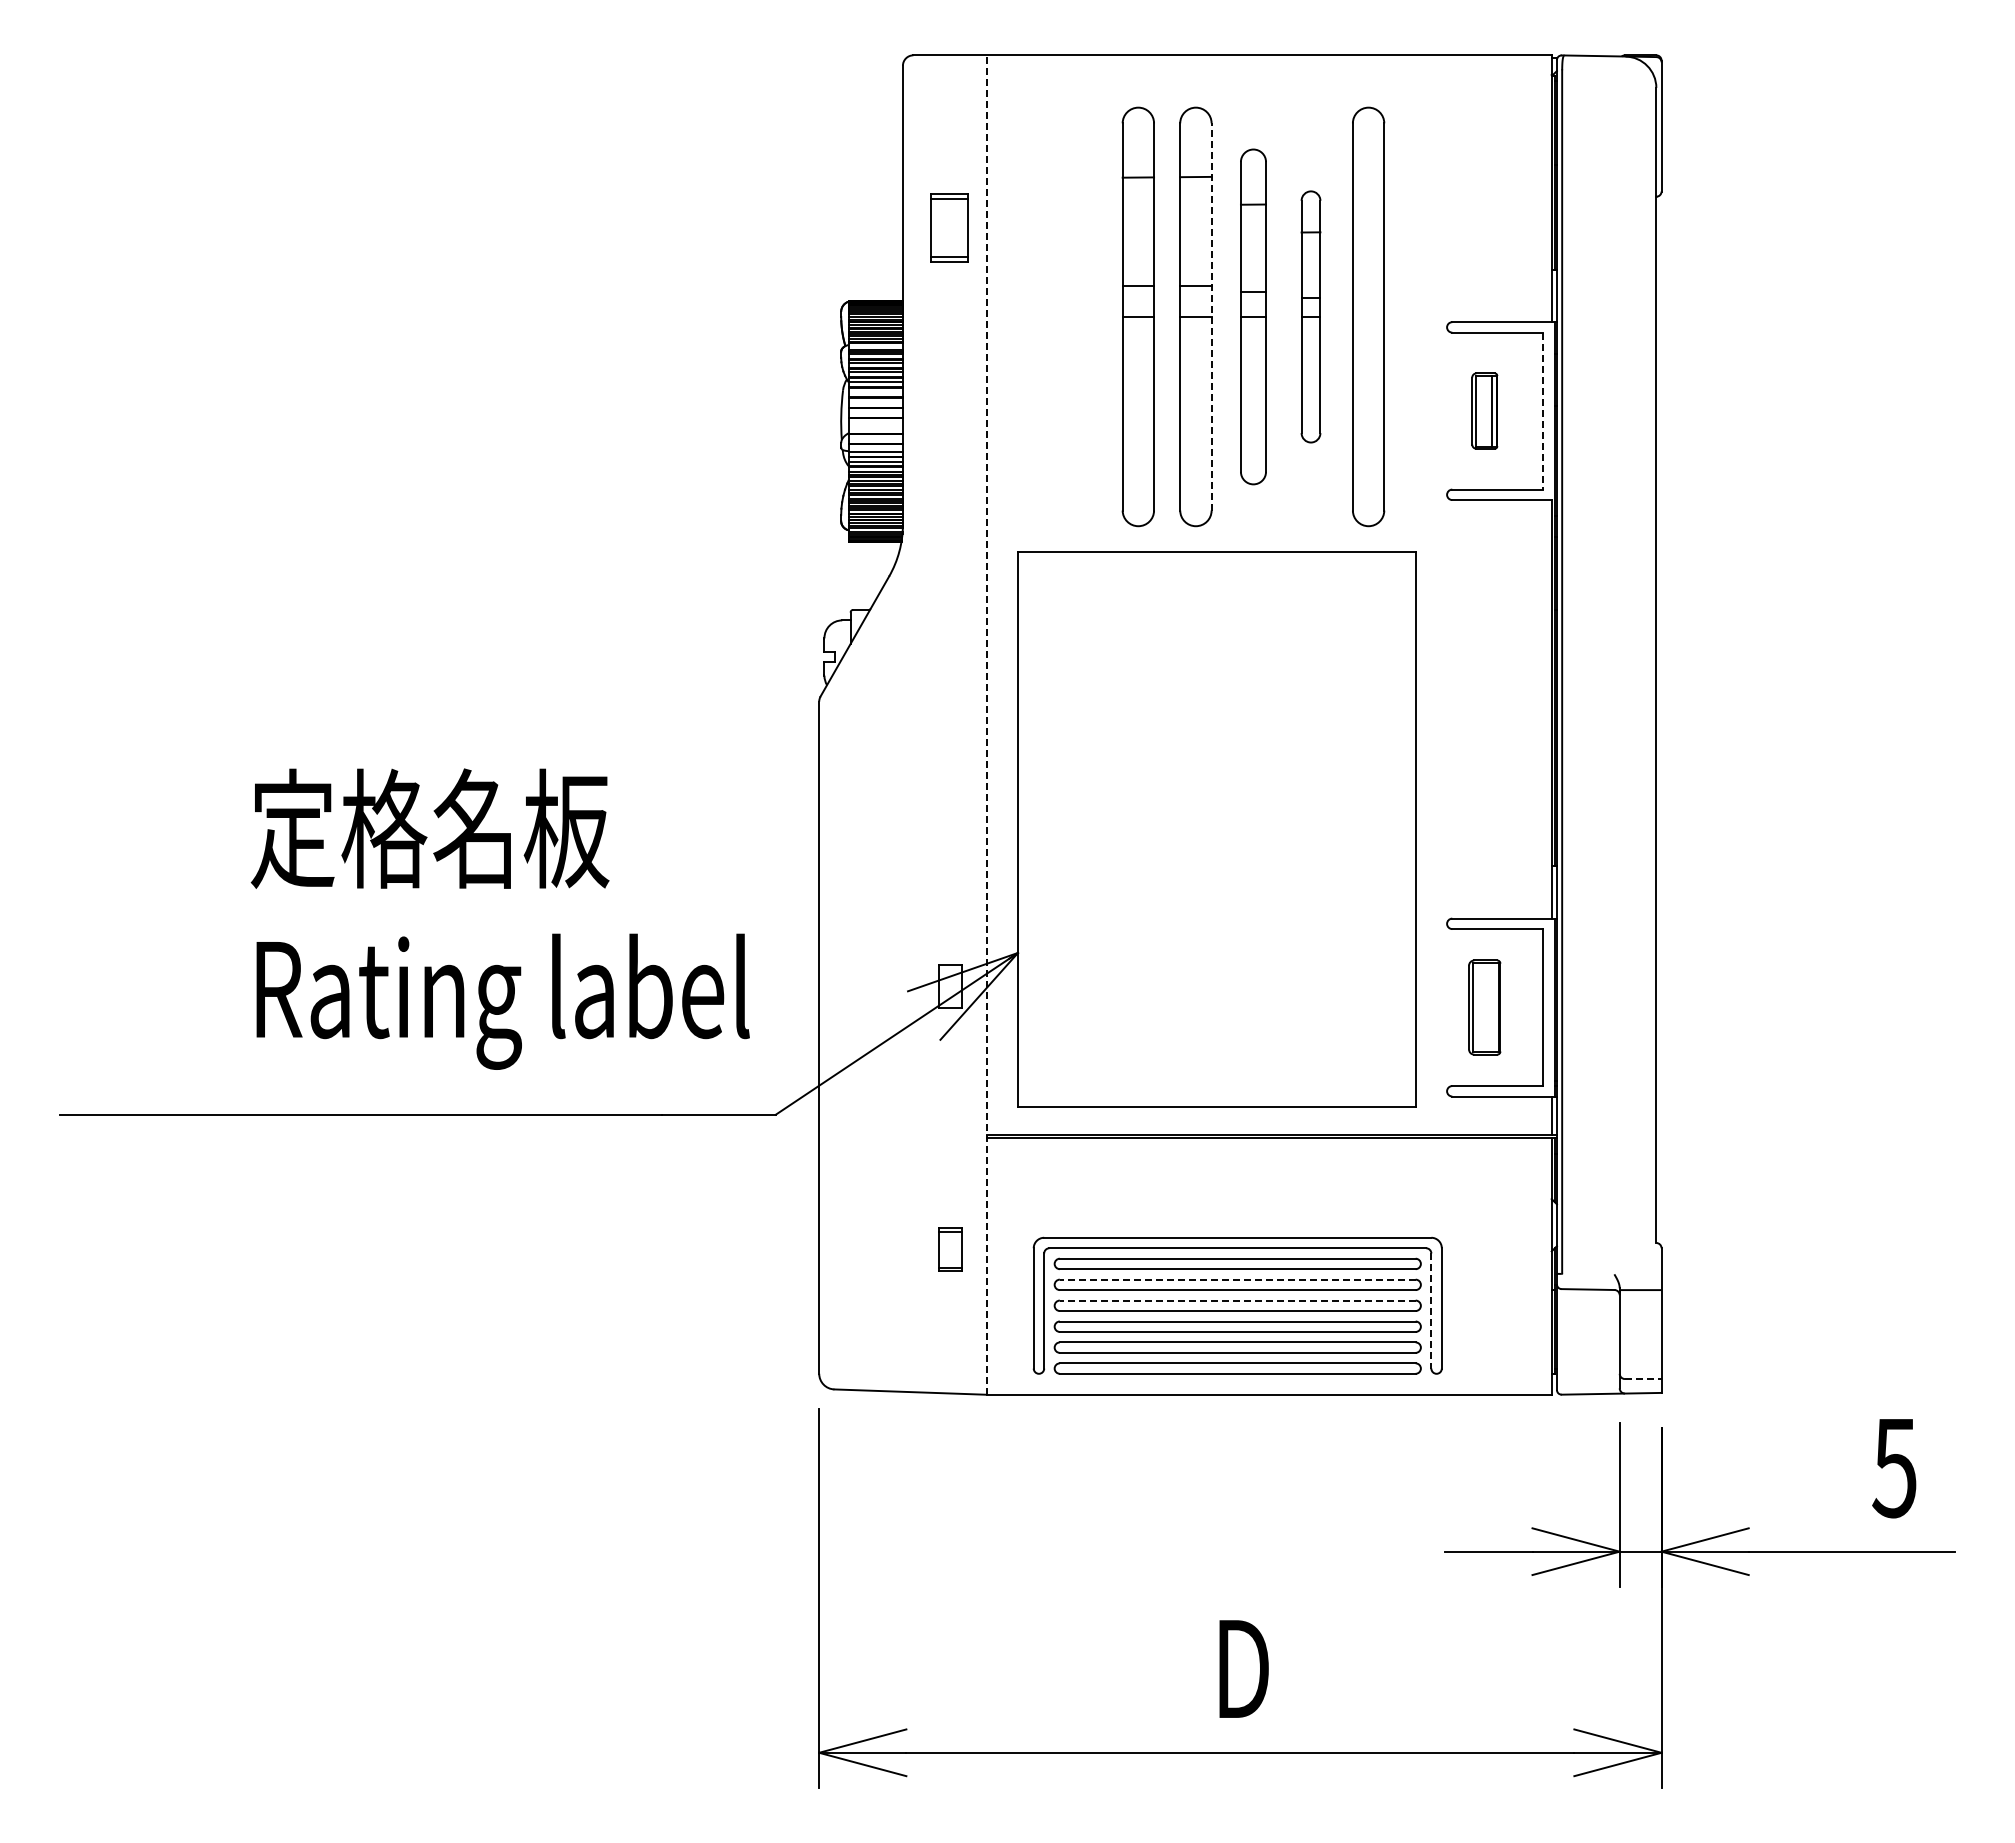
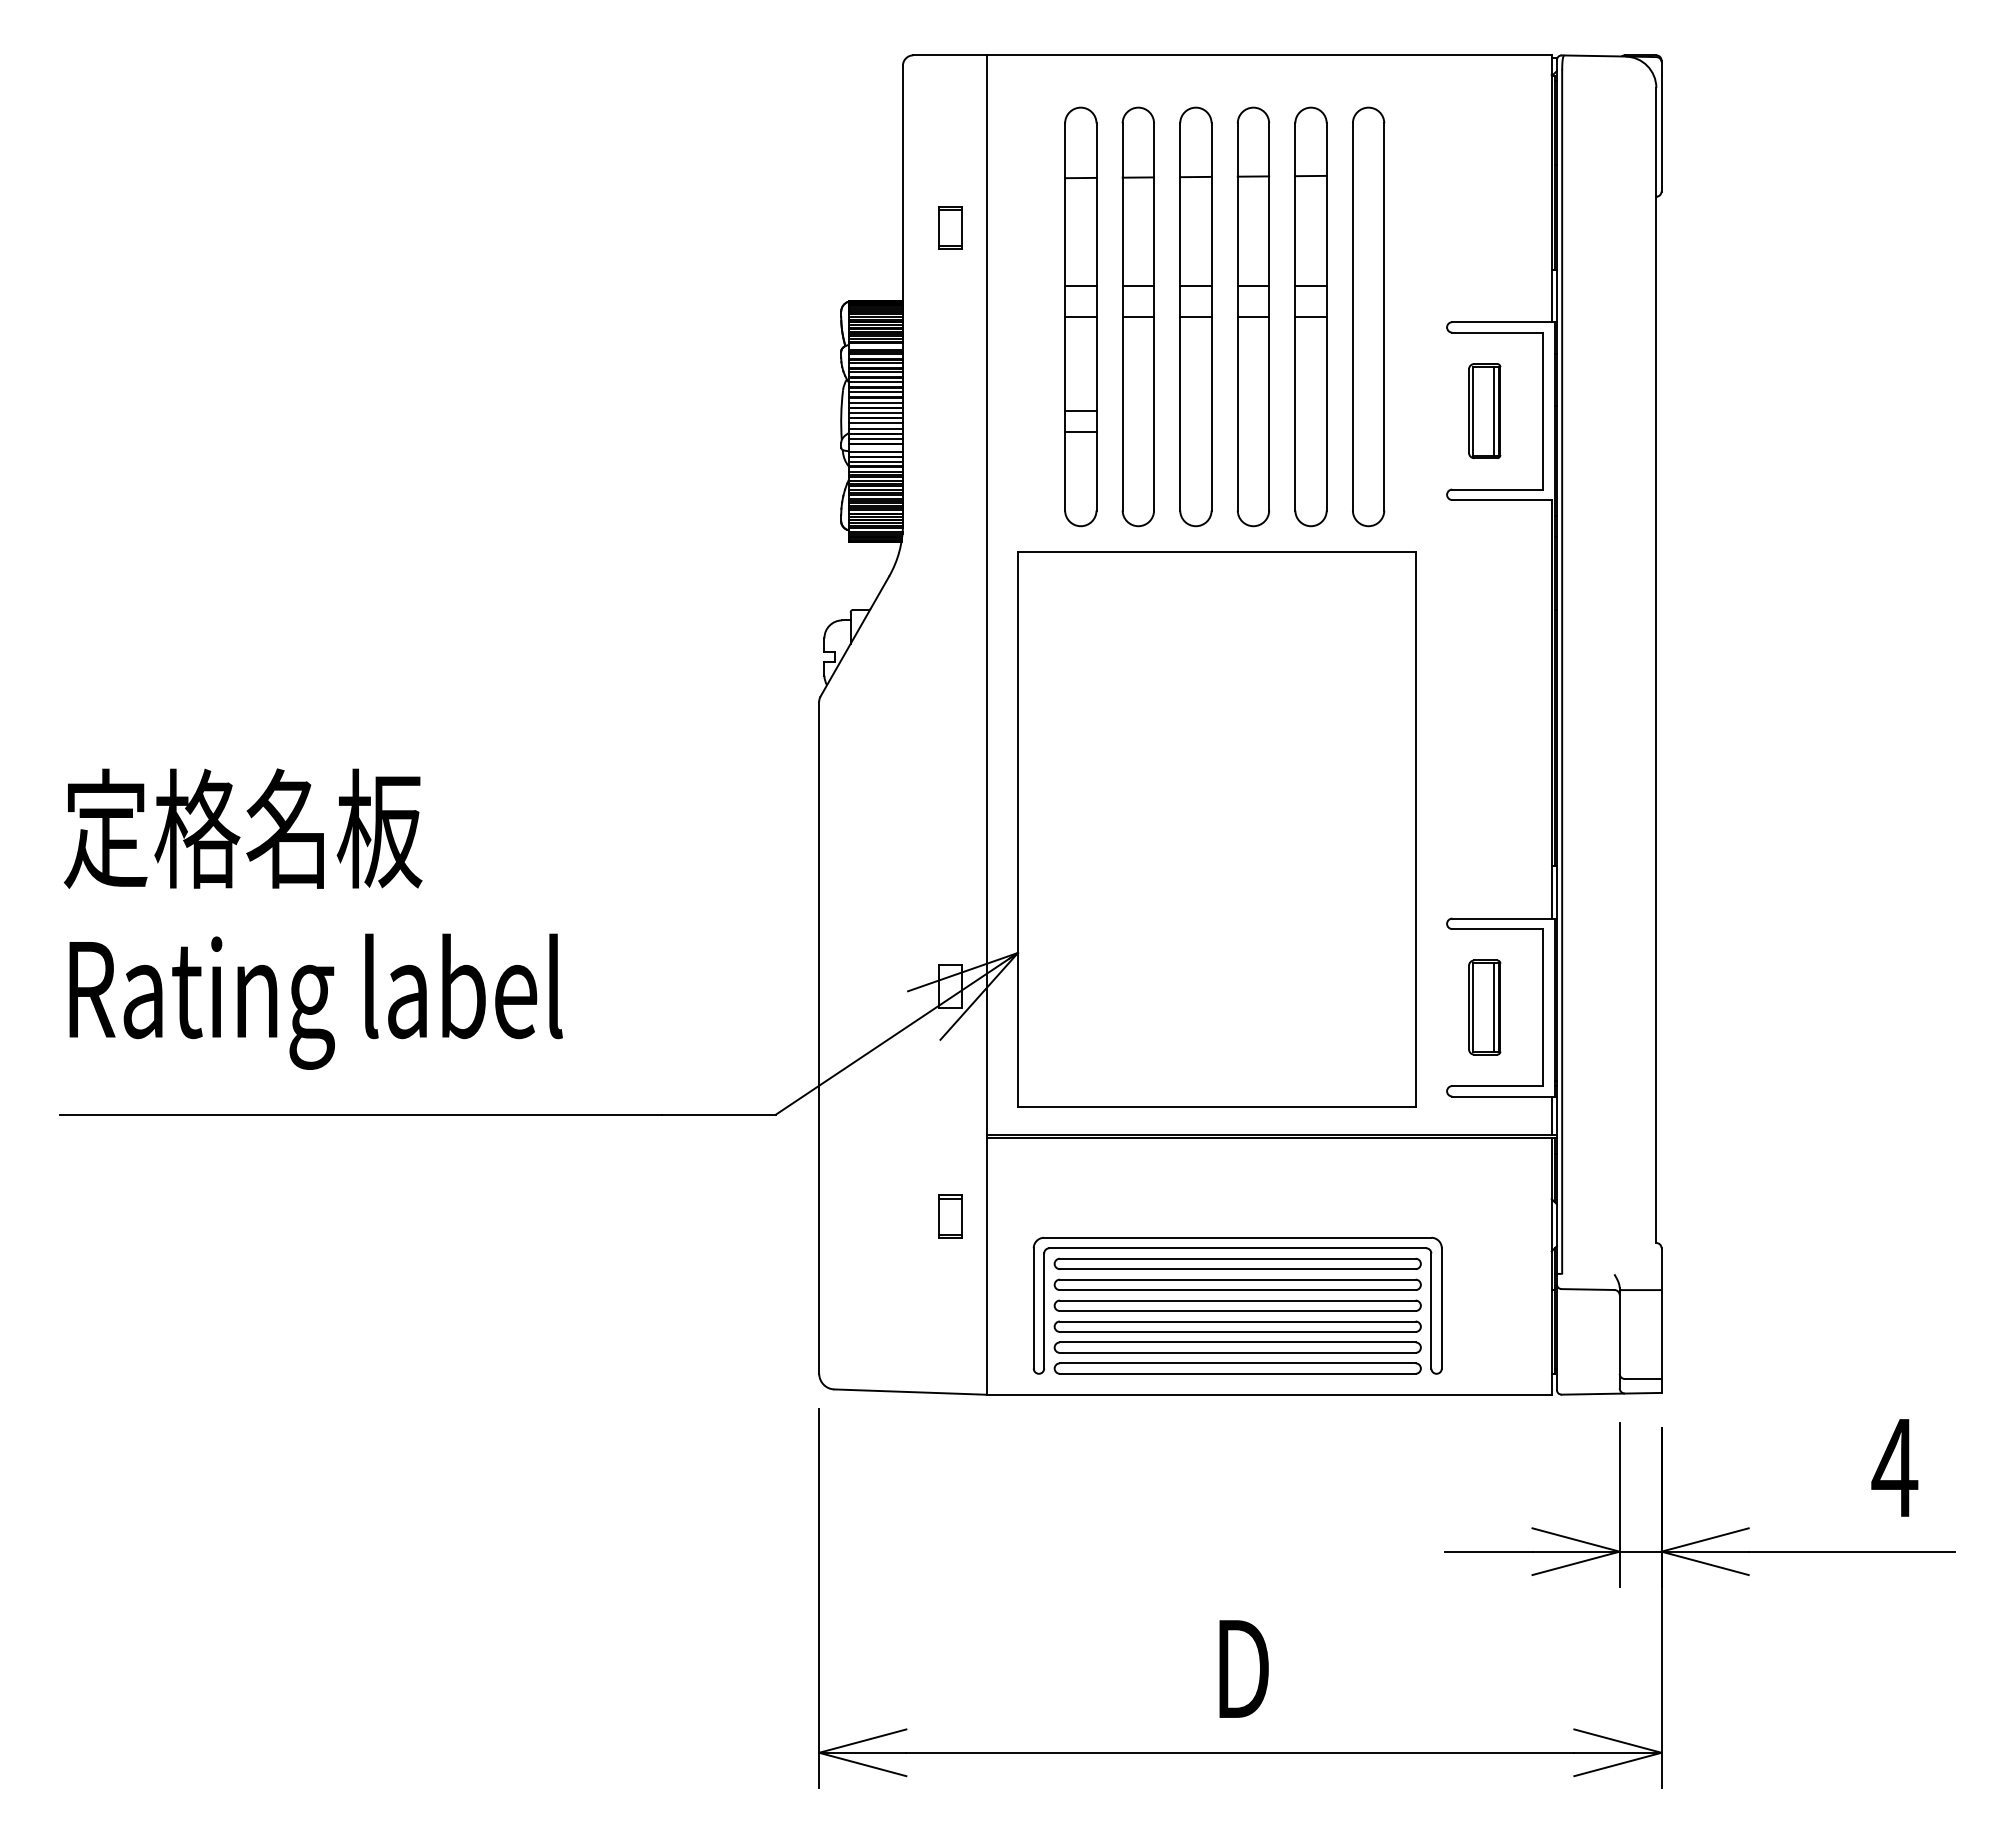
part at (949, 227) size: 39x70 px -> 25x44 px
part at (1080, 316): none -> present
line at (1211, 316): dashed -> solid
part at (1253, 316) size: 27x338 px -> 35x422 px
part at (1310, 316) size: 22x254 px -> 34x422 px
line at (875, 392): none -> present
line at (875, 402): none -> present
part at (1484, 410) size: 28x78 px -> 34x96 px
line at (1543, 411): dashed -> solid
line at (875, 412): none -> present
line at (875, 423): none -> present
line at (875, 428): none -> present
line at (875, 439): none -> present
line at (986, 725): dashed -> solid
text at (499, 918) position: (499, 918) -> (312, 918)
line at (1494, 1007): none -> present
part at (950, 1249) position: (950, 1249) -> (950, 1216)
line at (1237, 1279): dashed -> solid
line at (1237, 1300): dashed -> solid
line at (1431, 1311): dashed -> solid
line at (1643, 1379): dashed -> solid
text at (1894, 1468): 5 -> 4
